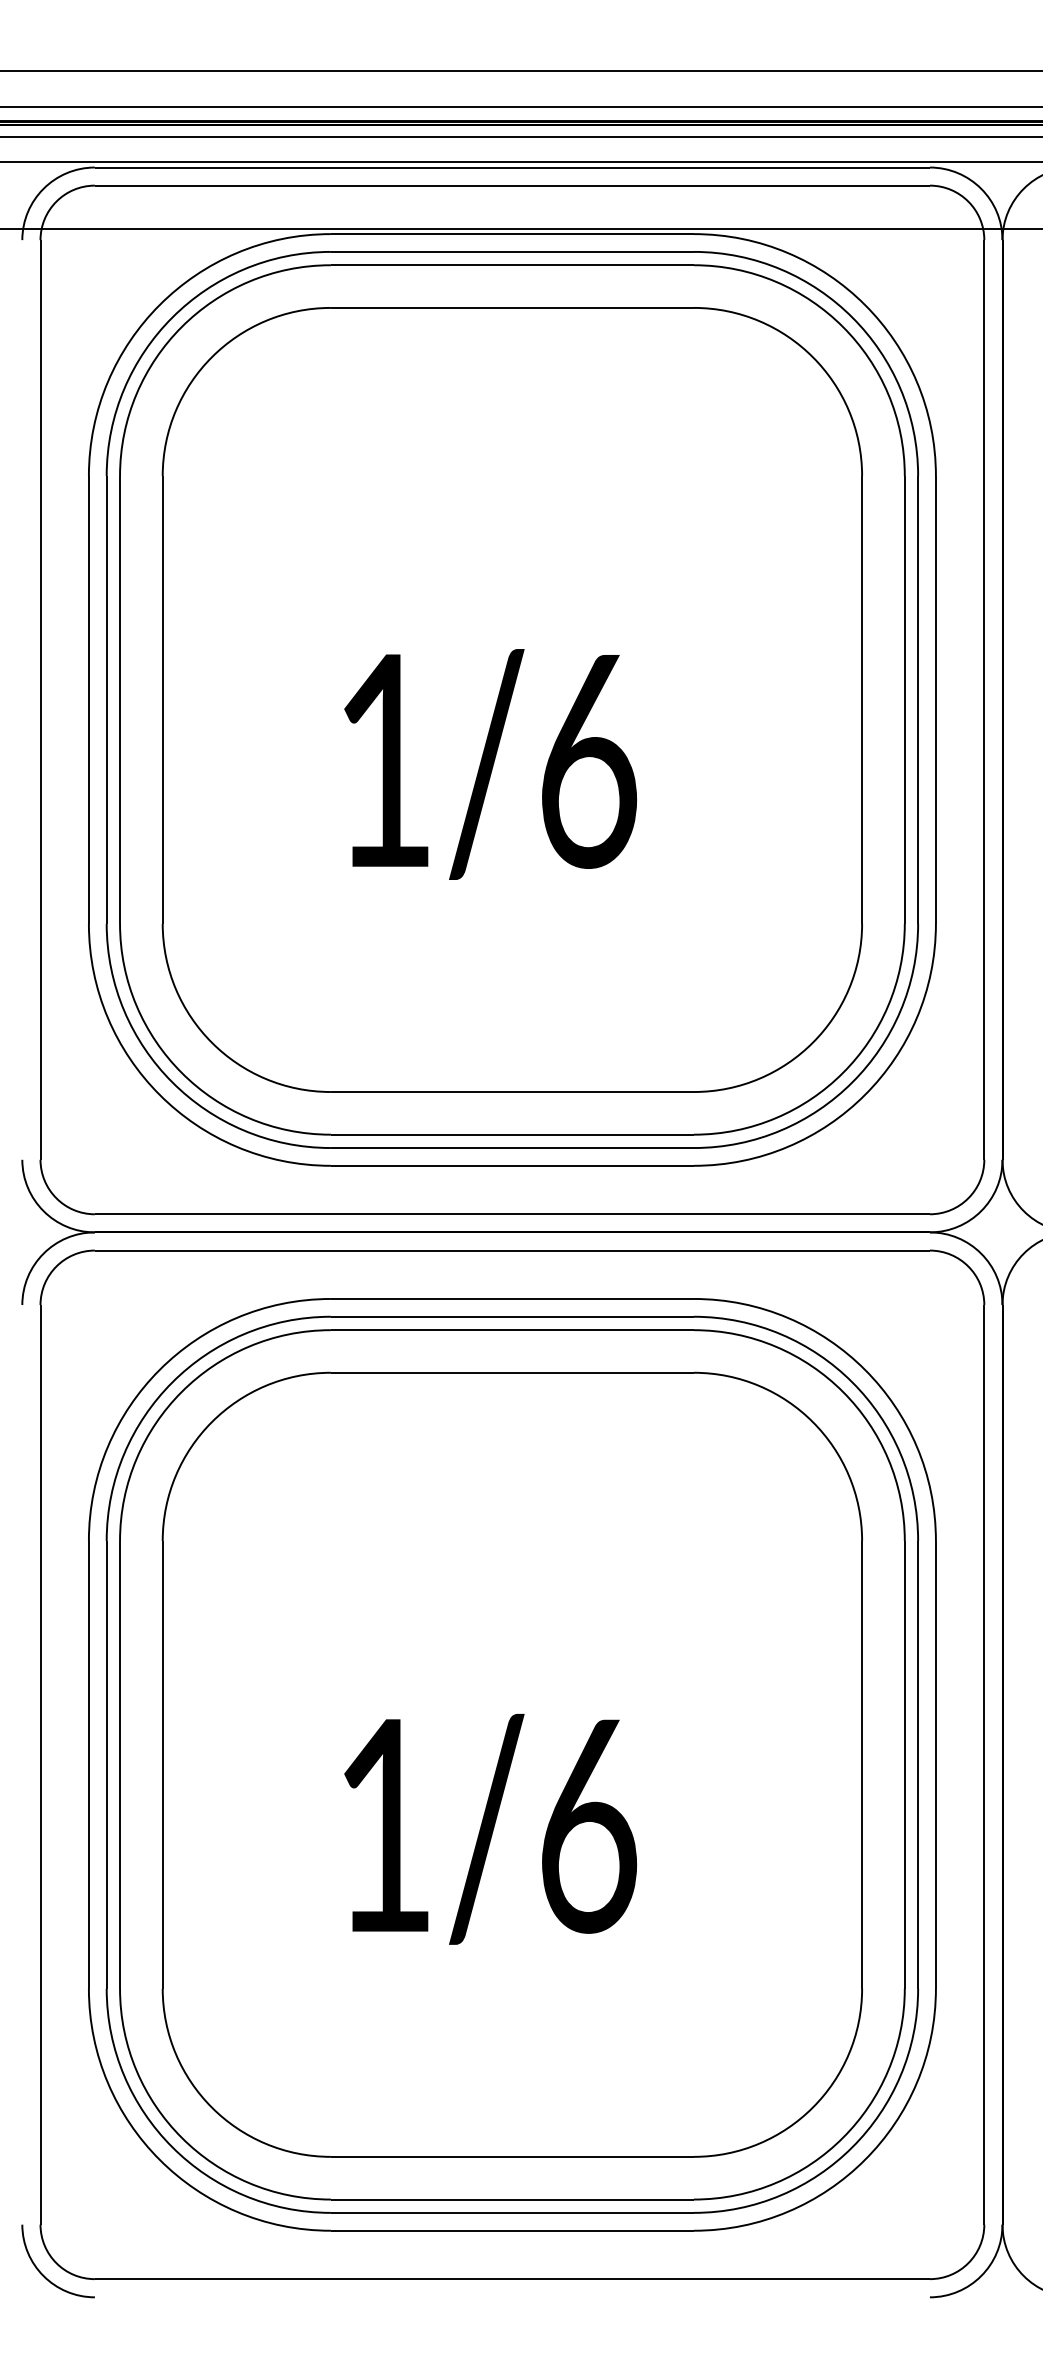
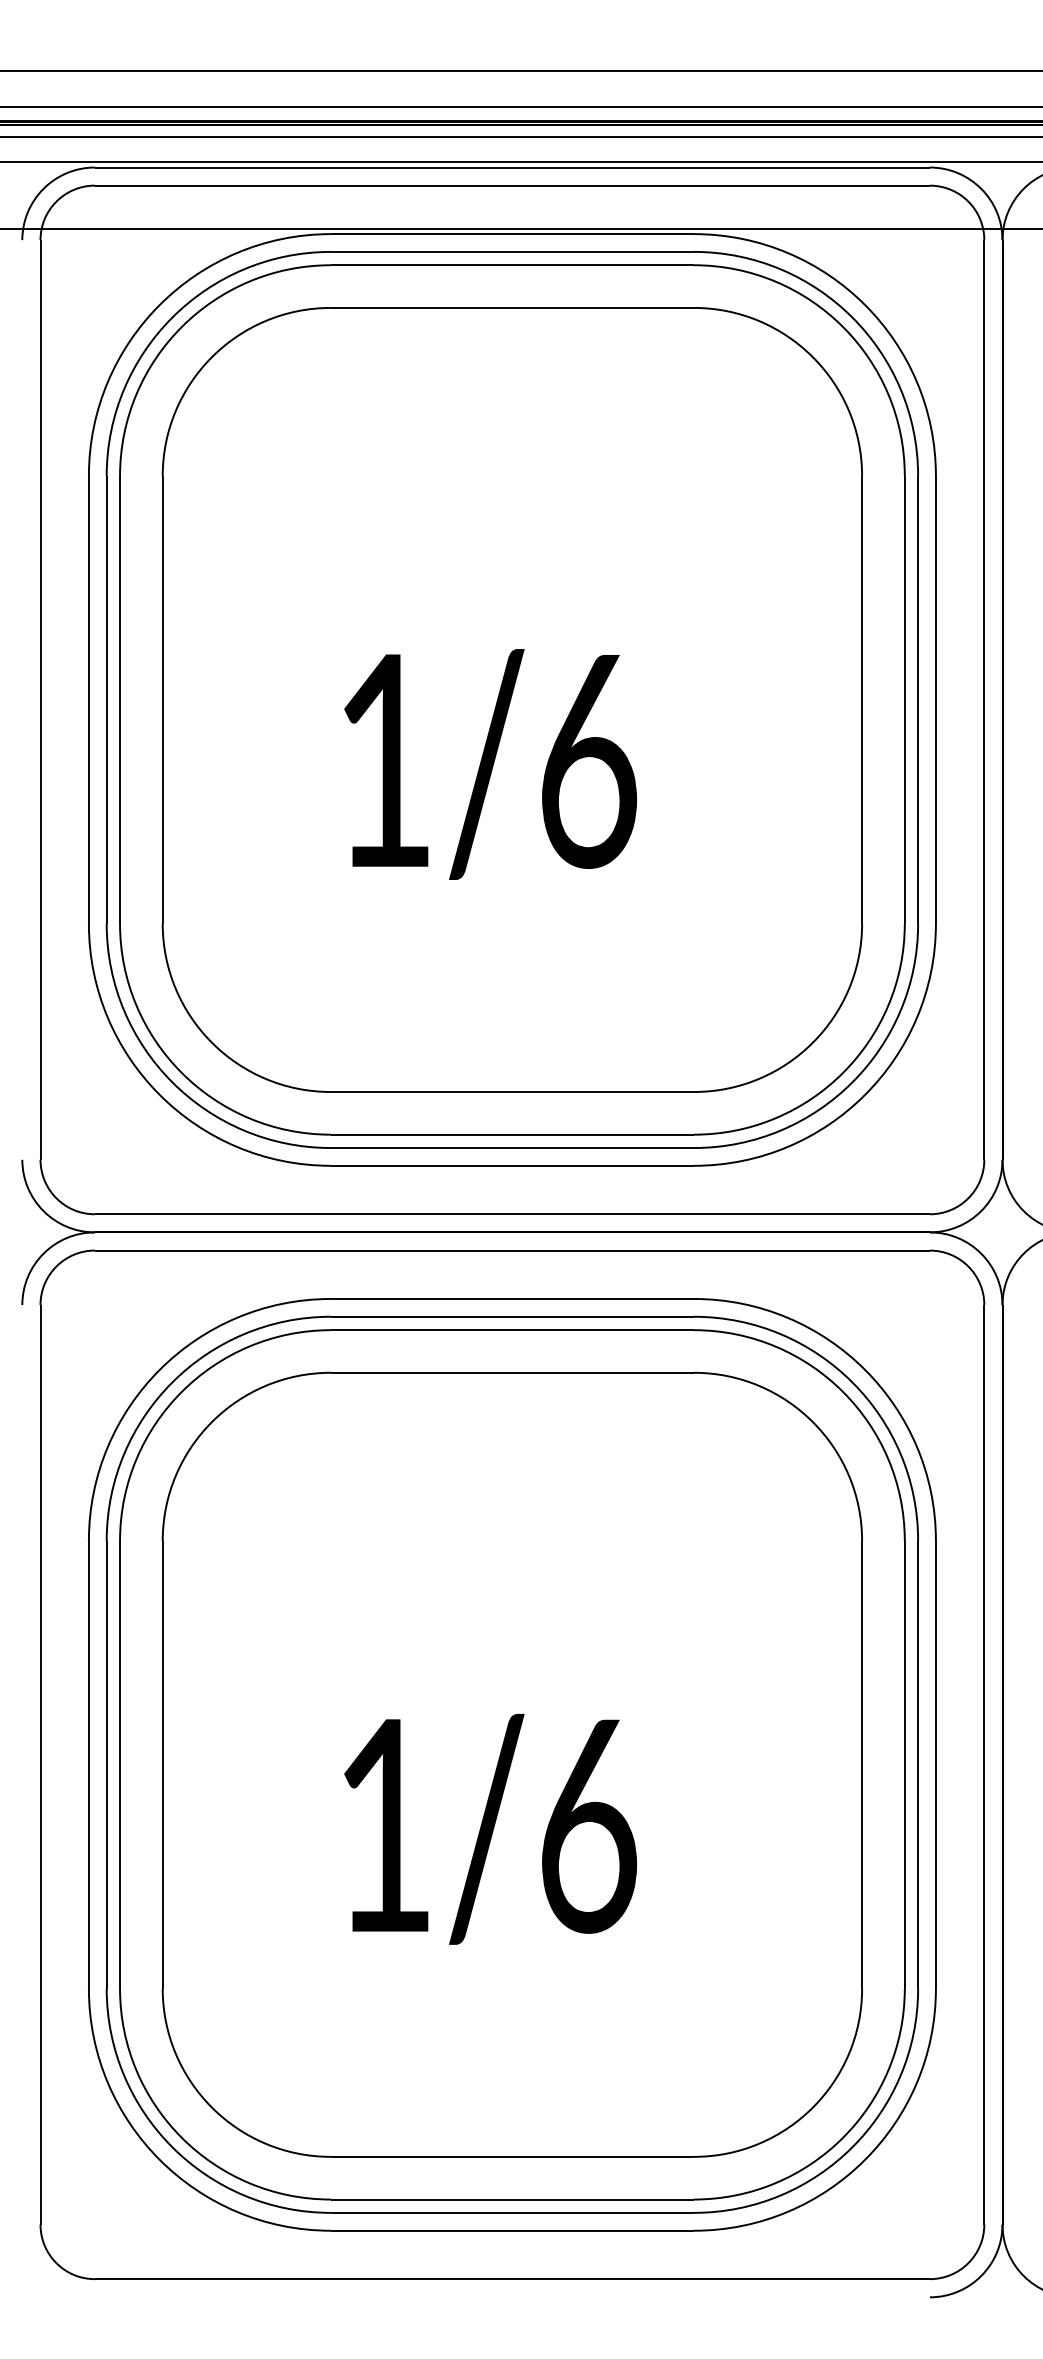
part at (43, 2274): present -> none
